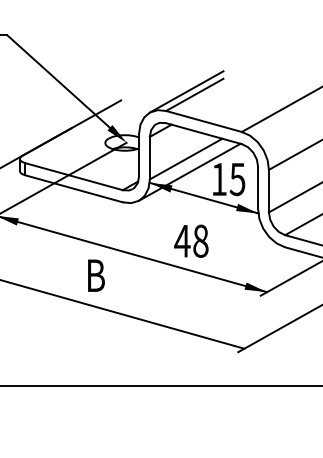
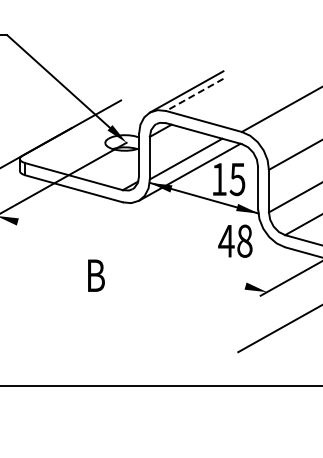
line at (194, 94): solid -> dashed
text at (191, 240) position: (191, 240) -> (235, 240)
line at (134, 254): present -> none
line at (123, 314): present -> none
